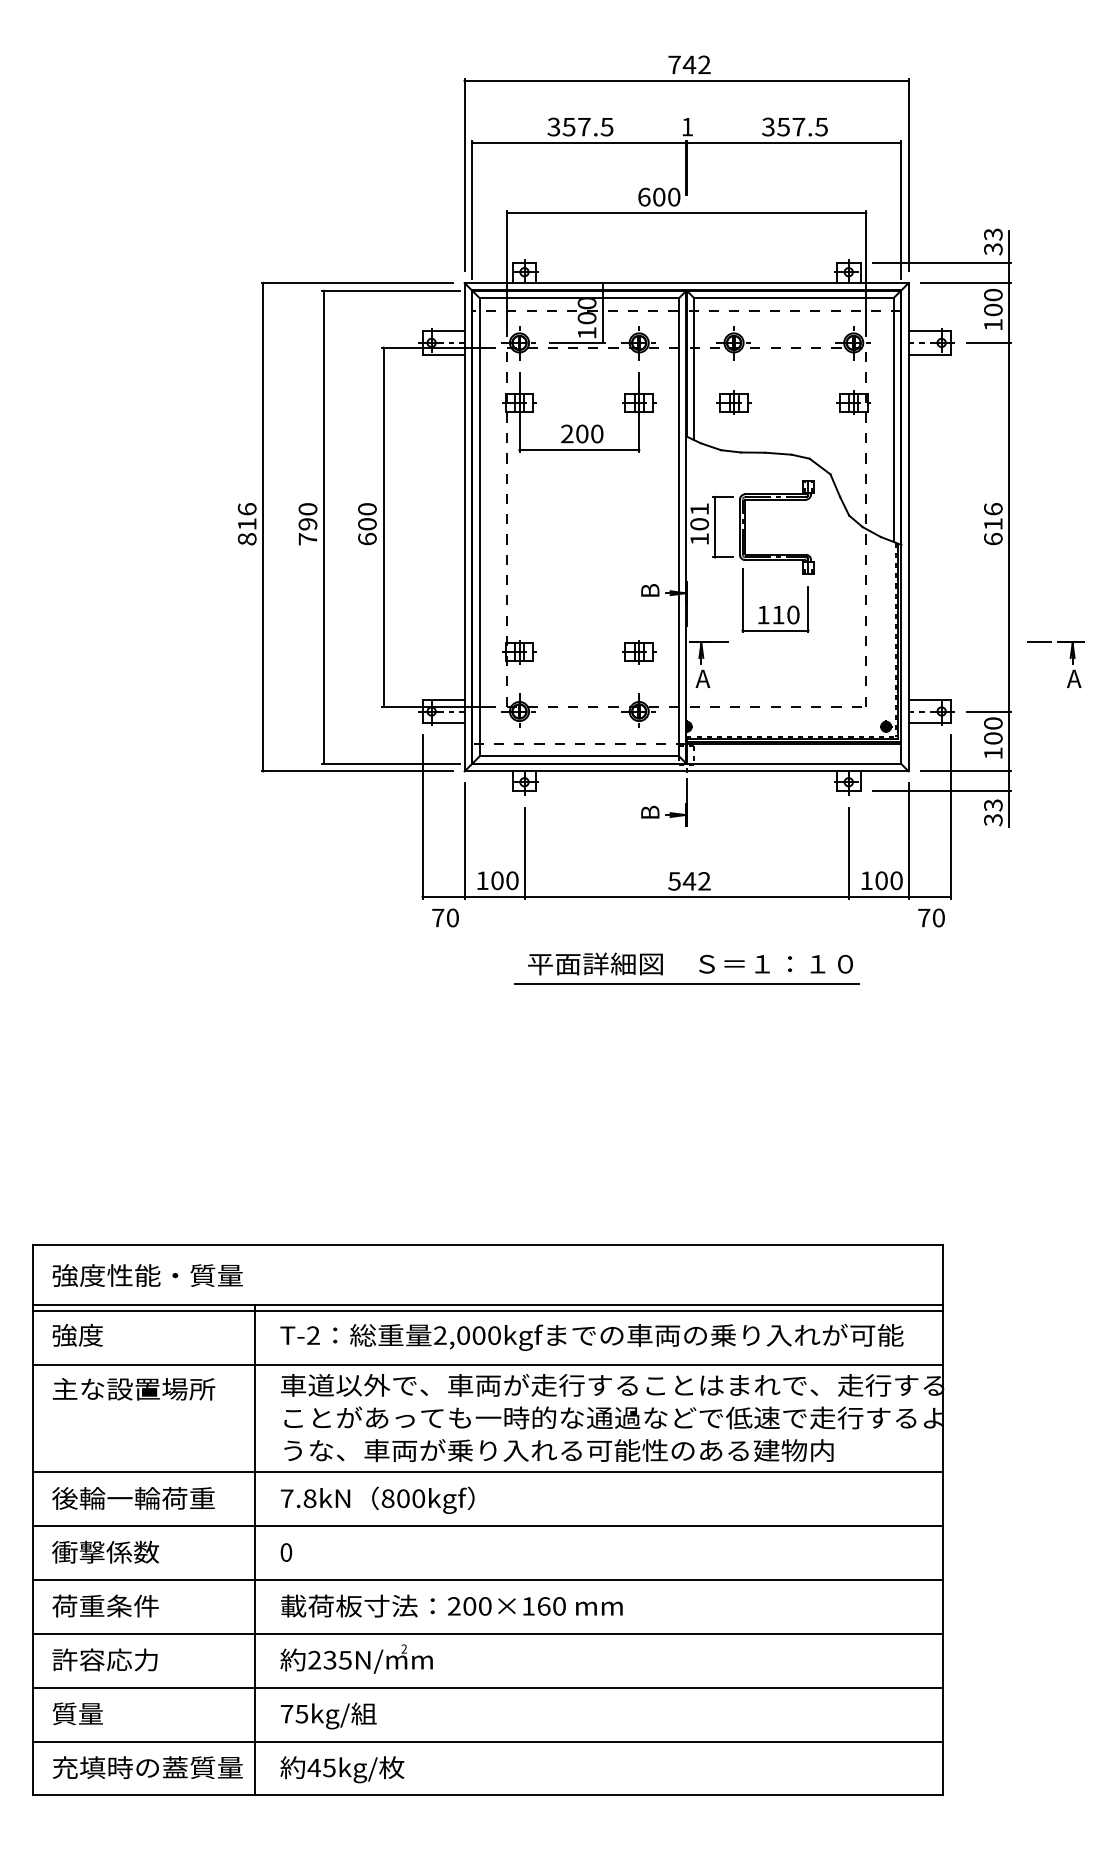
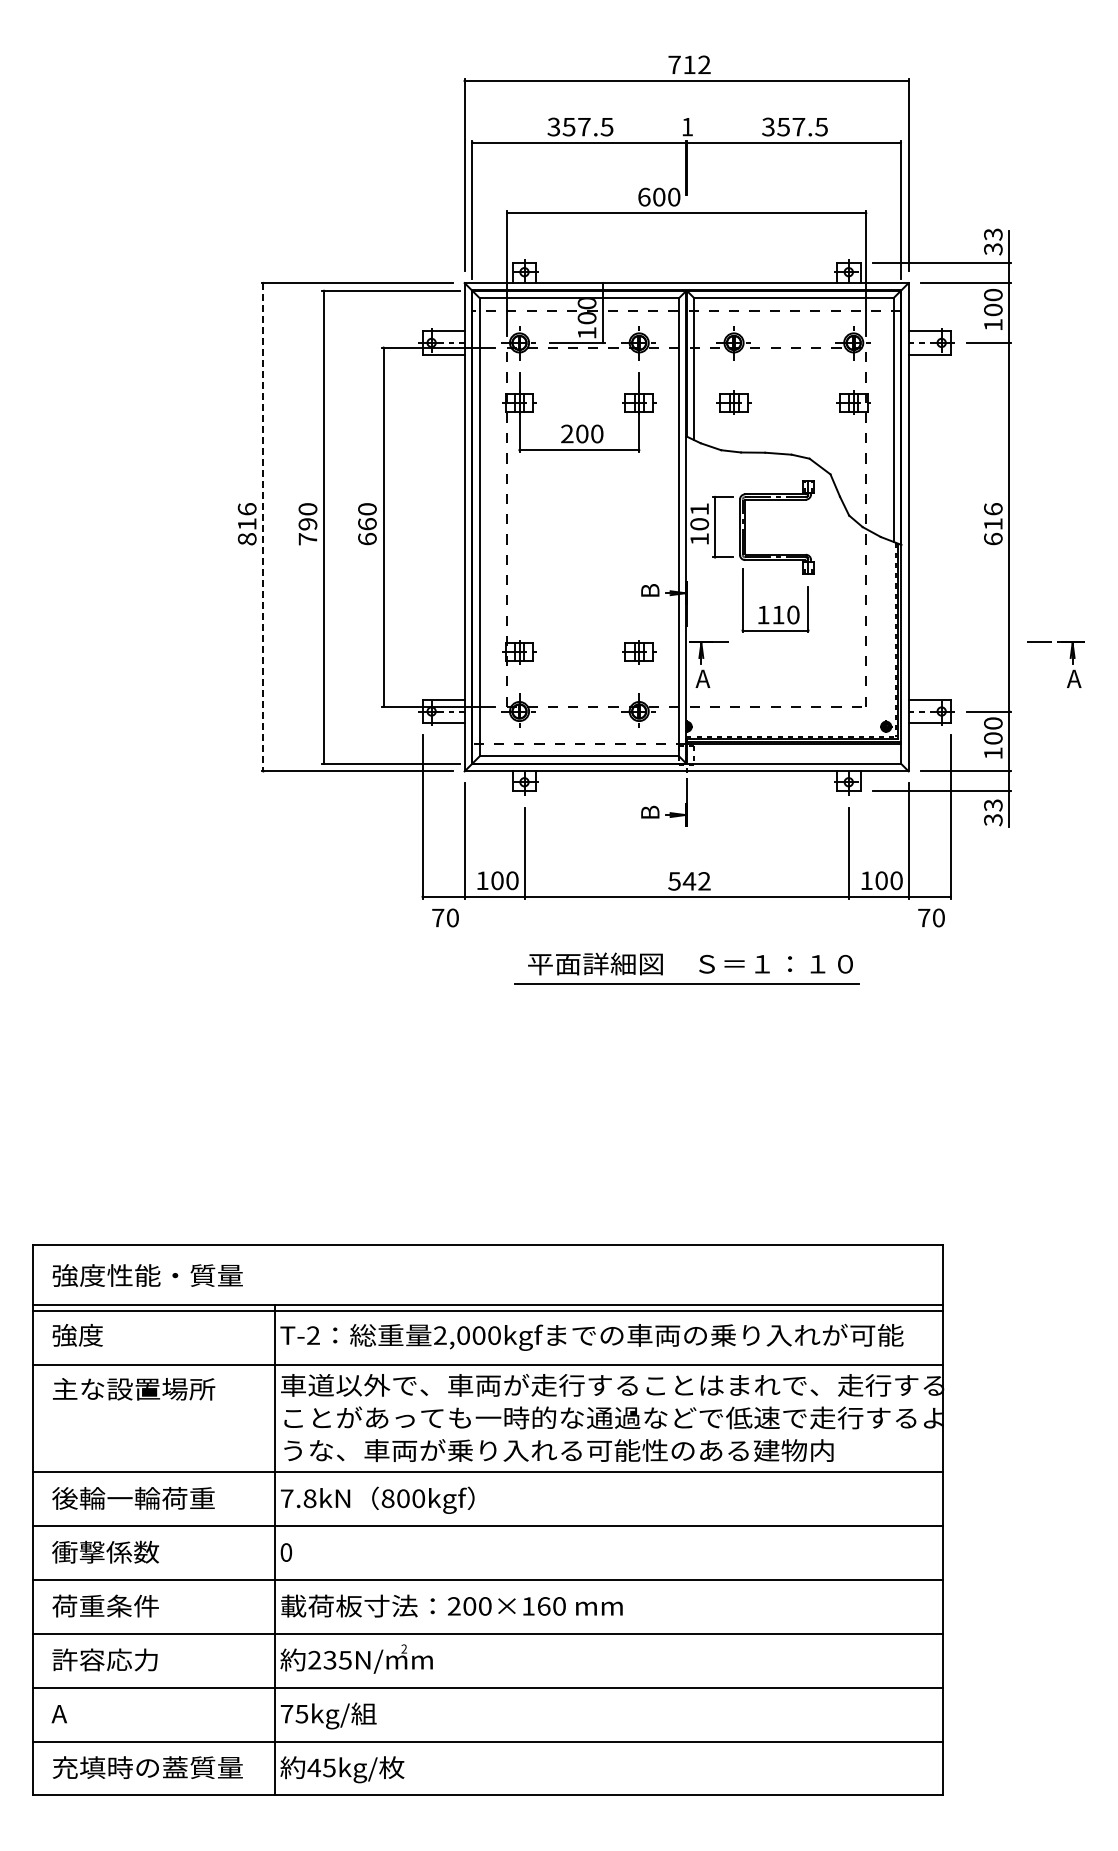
text at (689, 64): 742 -> 712
text at (367, 524): 600 -> 660
line at (263, 527): solid -> dashed
line at (254, 1549) position: (254, 1549) -> (274, 1549)
text at (76, 1713): 質量 -> A
